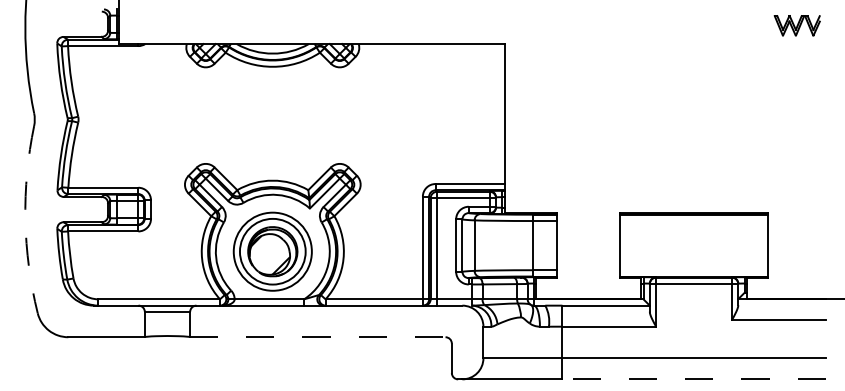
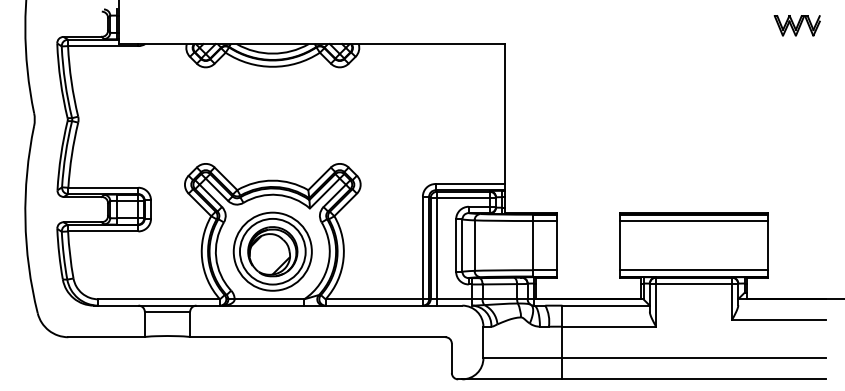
arc at (25, 219): dashed -> solid
line at (693, 221): none -> present
line at (693, 270): none -> present
line at (317, 337): dashed -> solid
line at (694, 379): dashed -> solid
